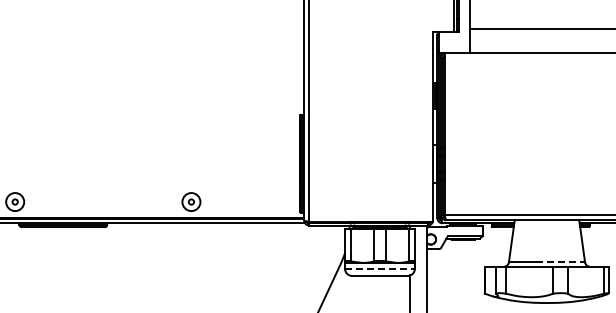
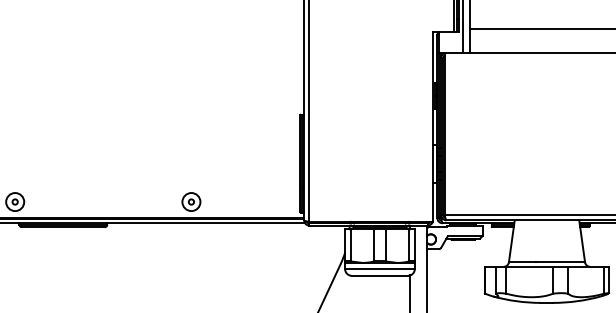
line at (462, 27): none -> present
line at (560, 262): dashed -> solid
line at (379, 269): dashed -> solid
